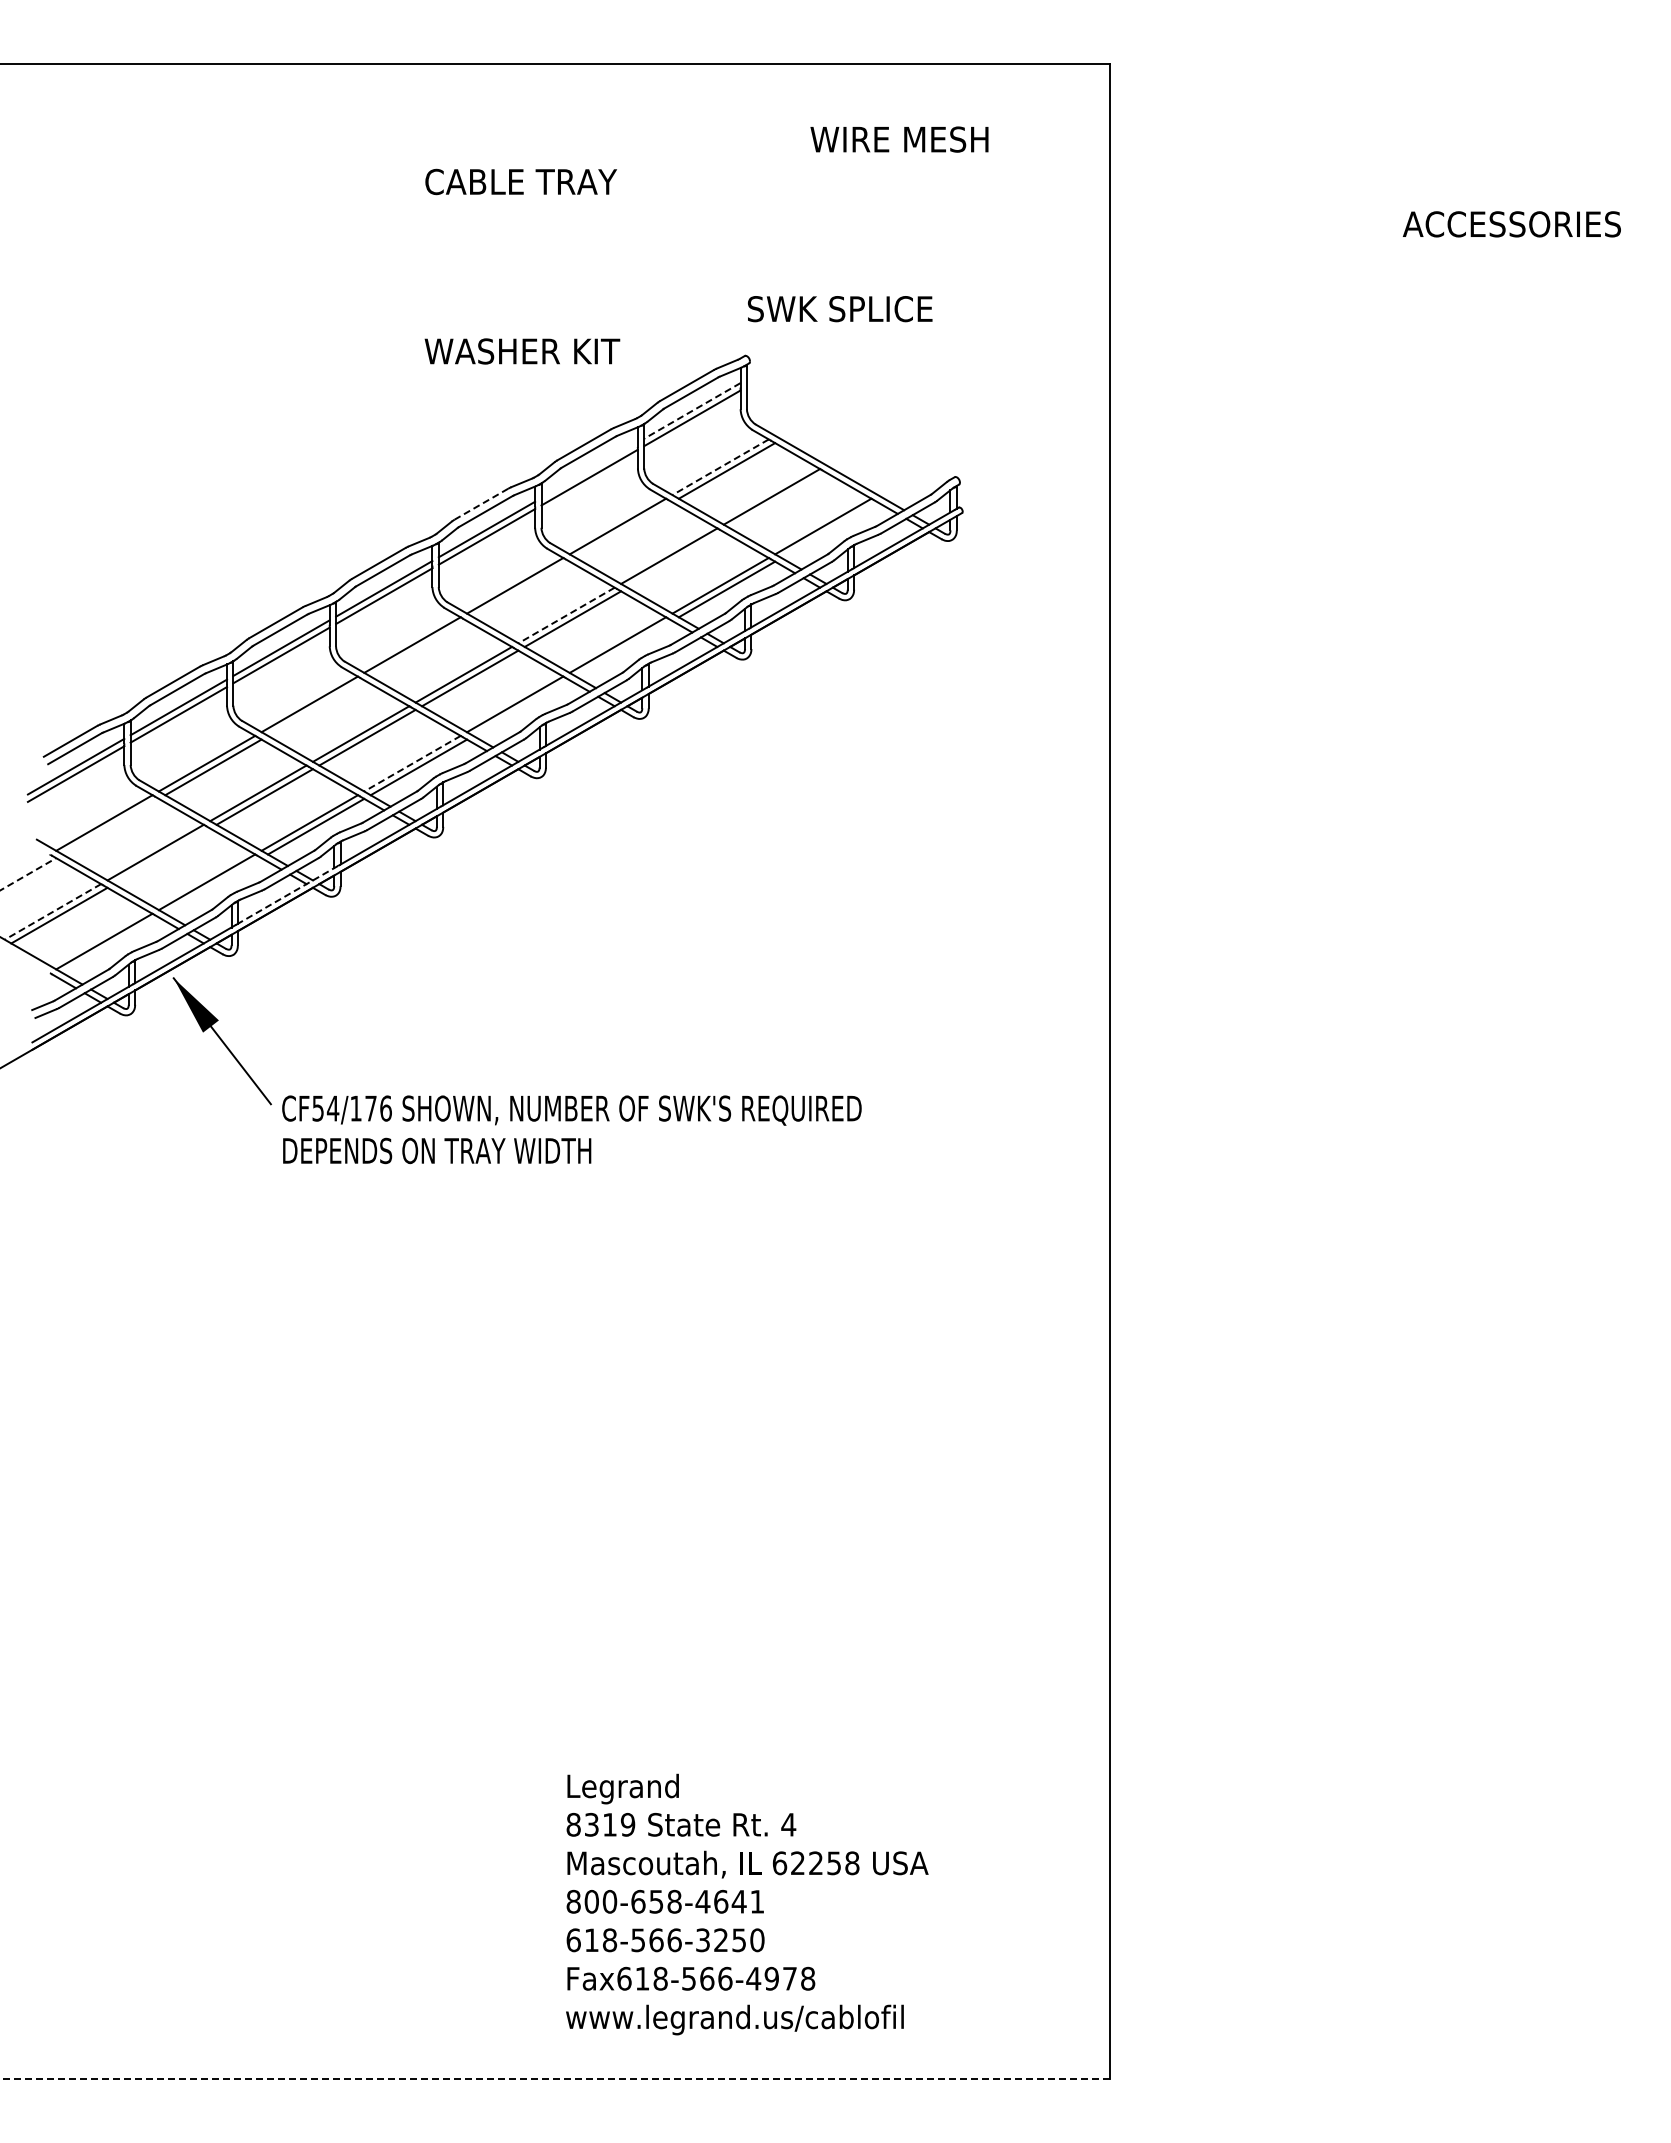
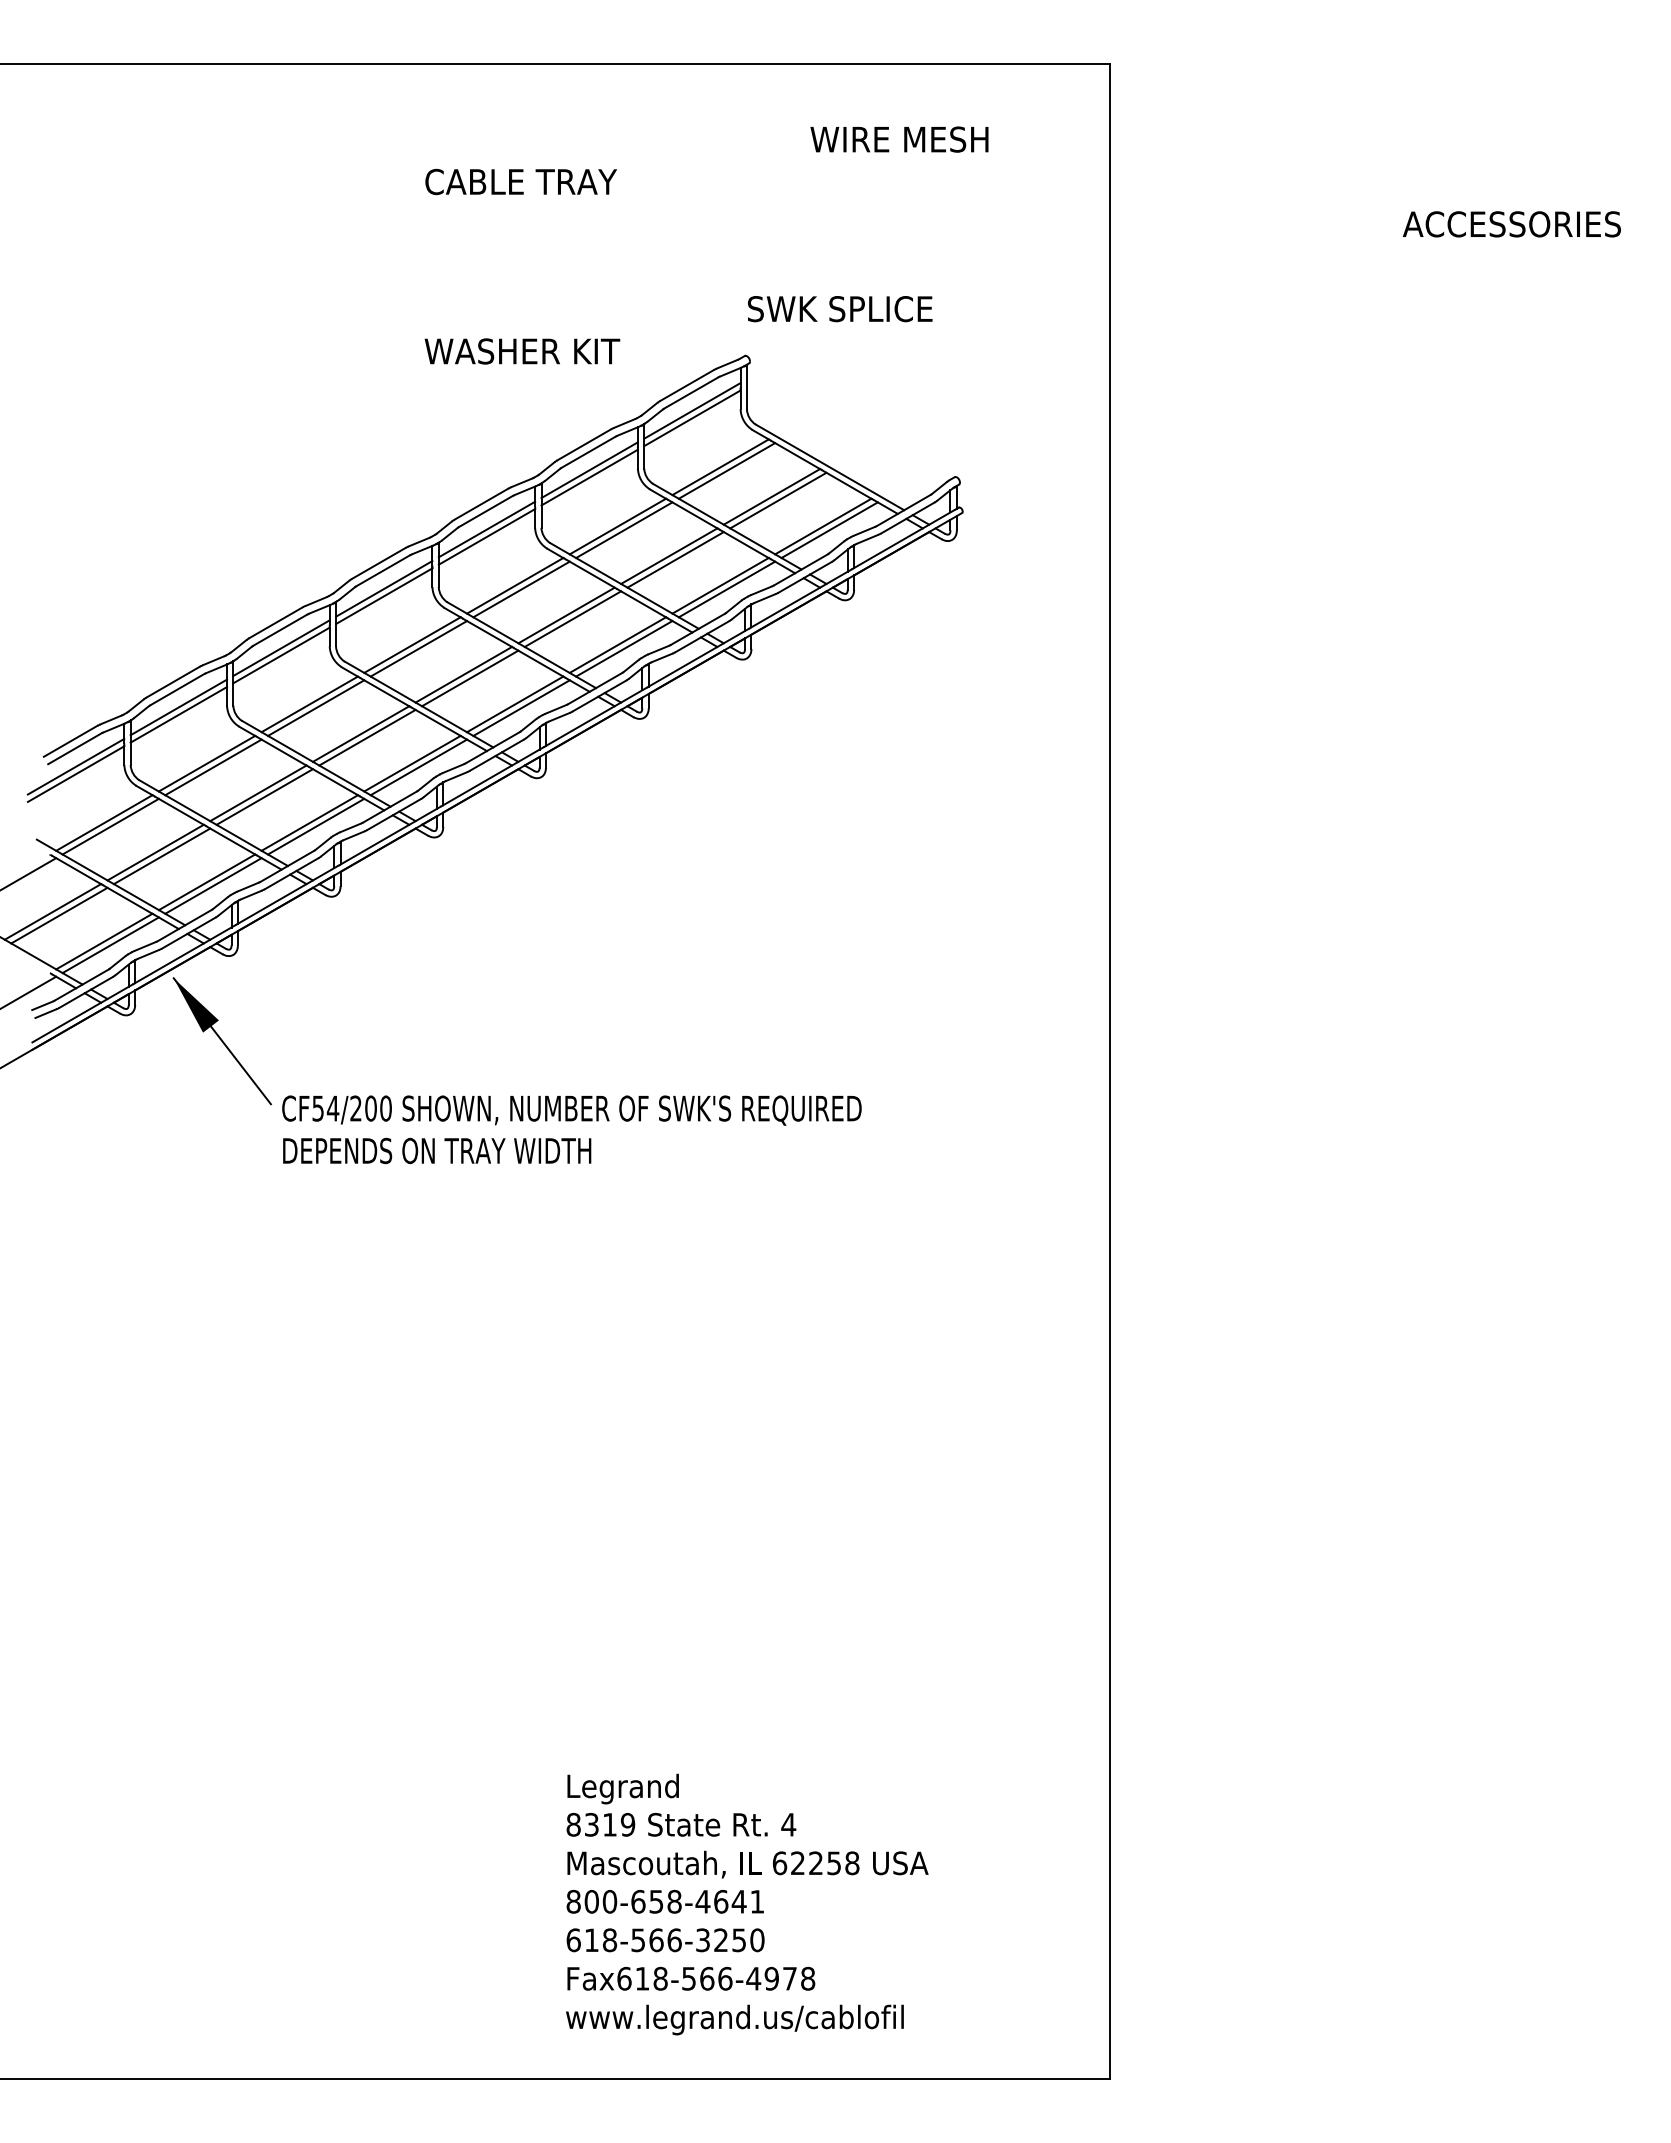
line at (692, 410): dashed -> solid
line at (720, 467): dashed -> solid
line at (589, 470): none -> present
line at (778, 500): none -> present
line at (481, 504): dashed -> solid
line at (624, 530): none -> present
line at (829, 530): none -> present
line at (675, 559): none -> present
line at (521, 589): none -> present
line at (566, 615): dashed -> solid
line at (418, 648): none -> present
line at (624, 648): none -> present
line at (316, 707): none -> present
line at (521, 707): none -> present
line at (412, 763): dashed -> solid
line at (110, 826): none -> present
line at (161, 856): none -> present
line at (28, 874): dashed -> solid
line at (213, 885): none -> present
line at (287, 894): dashed -> solid
line at (53, 911): dashed -> solid
line at (110, 945): none -> present
line at (29, 991): none -> present
text at (370, 1108): CF54/176 -> CF54/200
line at (554, 2078): dashed -> solid
